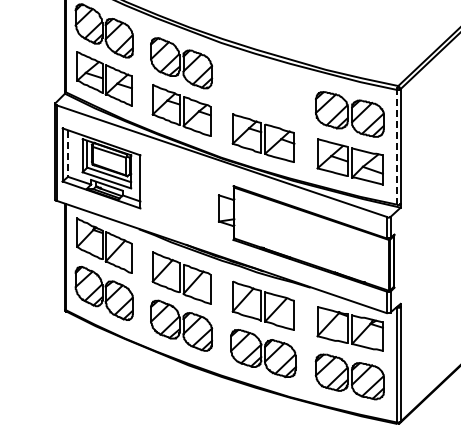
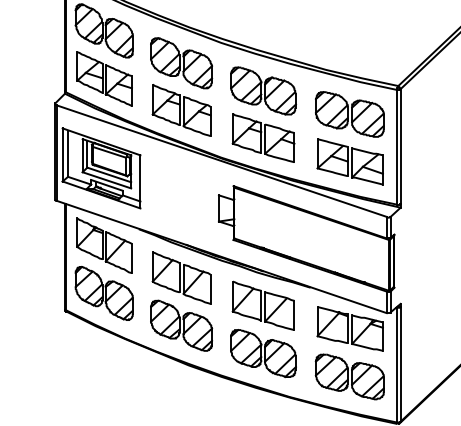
part at (263, 90): none -> present
line at (396, 146): dashed -> solid
line at (68, 154): dashed -> solid
